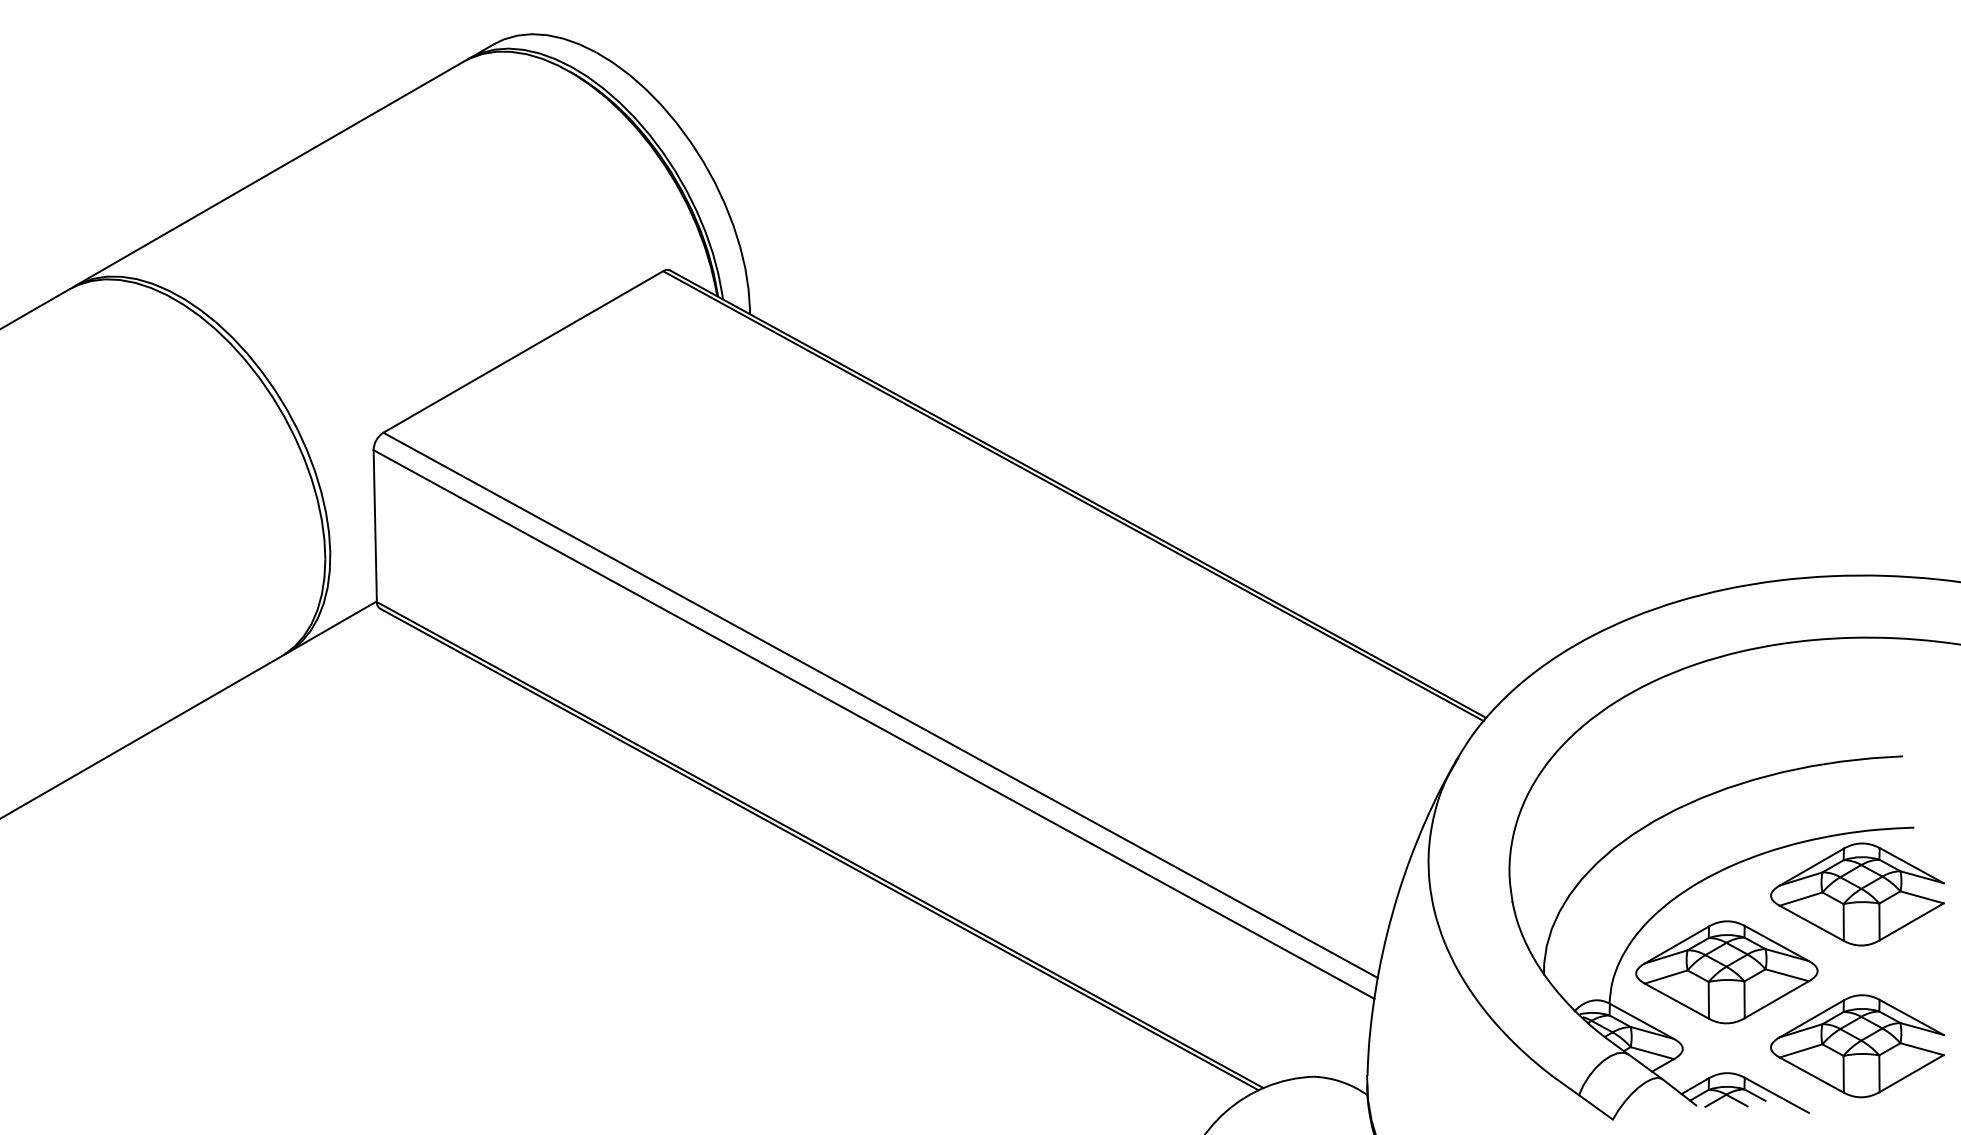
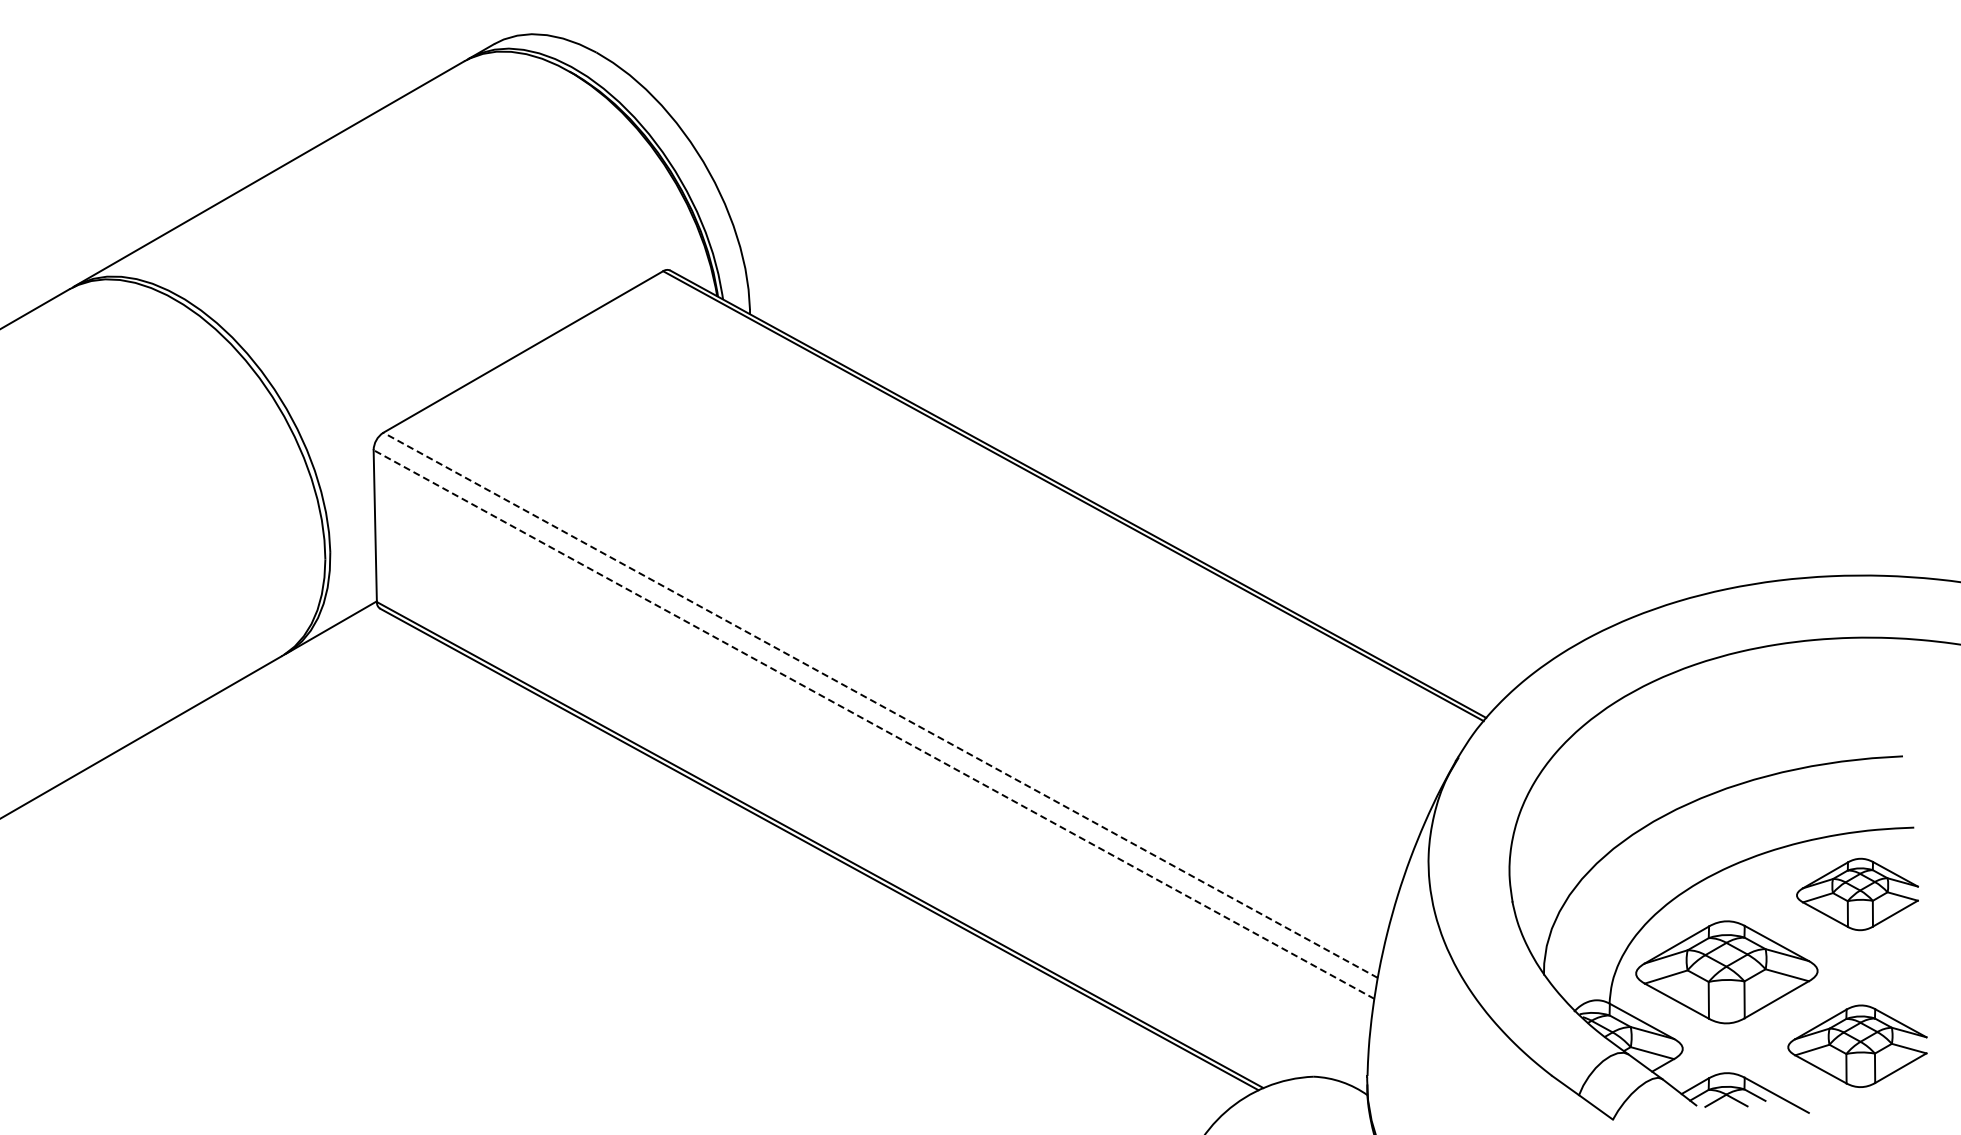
line at (880, 705): solid -> dashed
line at (874, 724): solid -> dashed
part at (1857, 894) size: 175x105 px -> 123x75 px
part at (1857, 1046) size: 175x105 px -> 141x84 px
